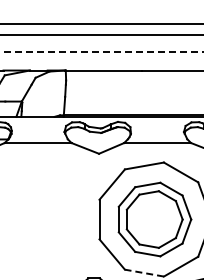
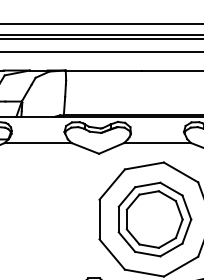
line at (101, 39): none -> present
line at (102, 51): dashed -> solid
line at (144, 273): dashed -> solid
